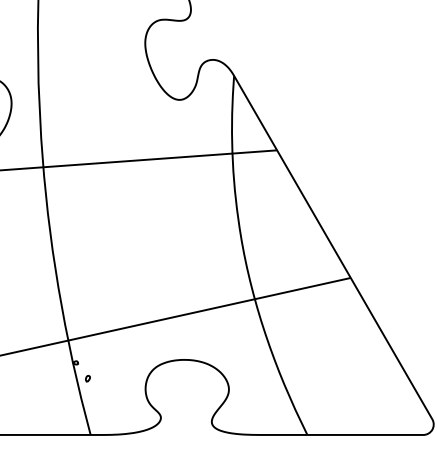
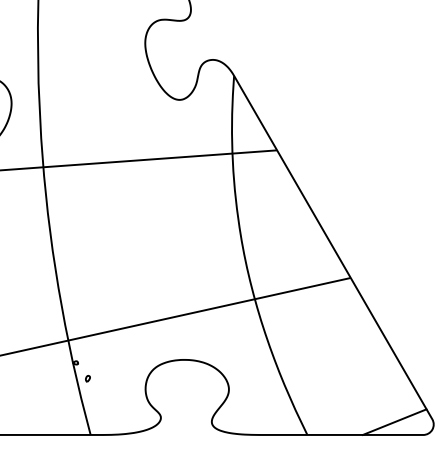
line at (394, 421): none -> present
